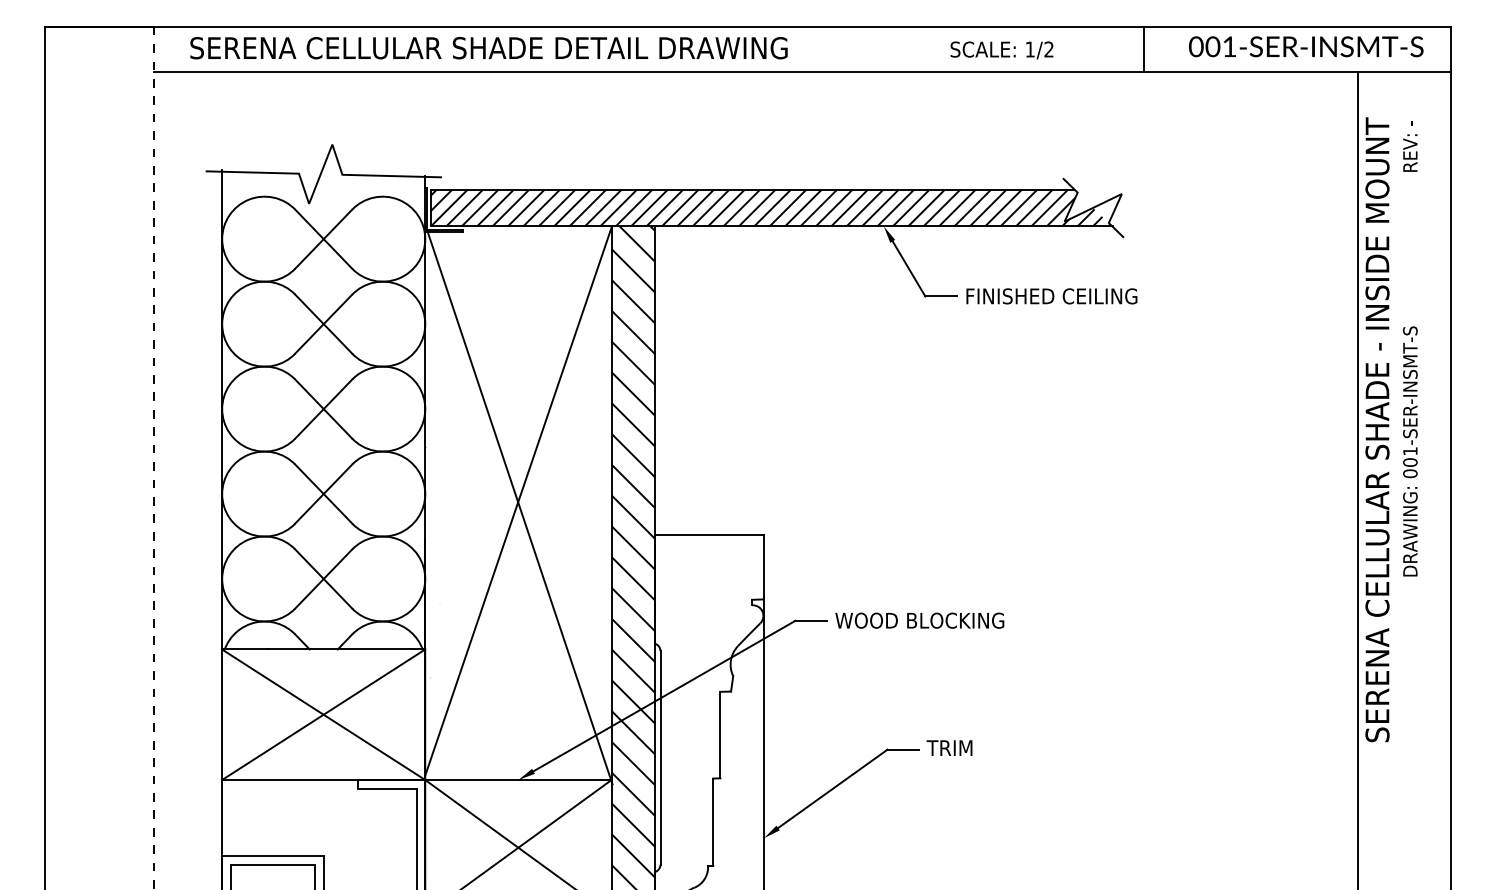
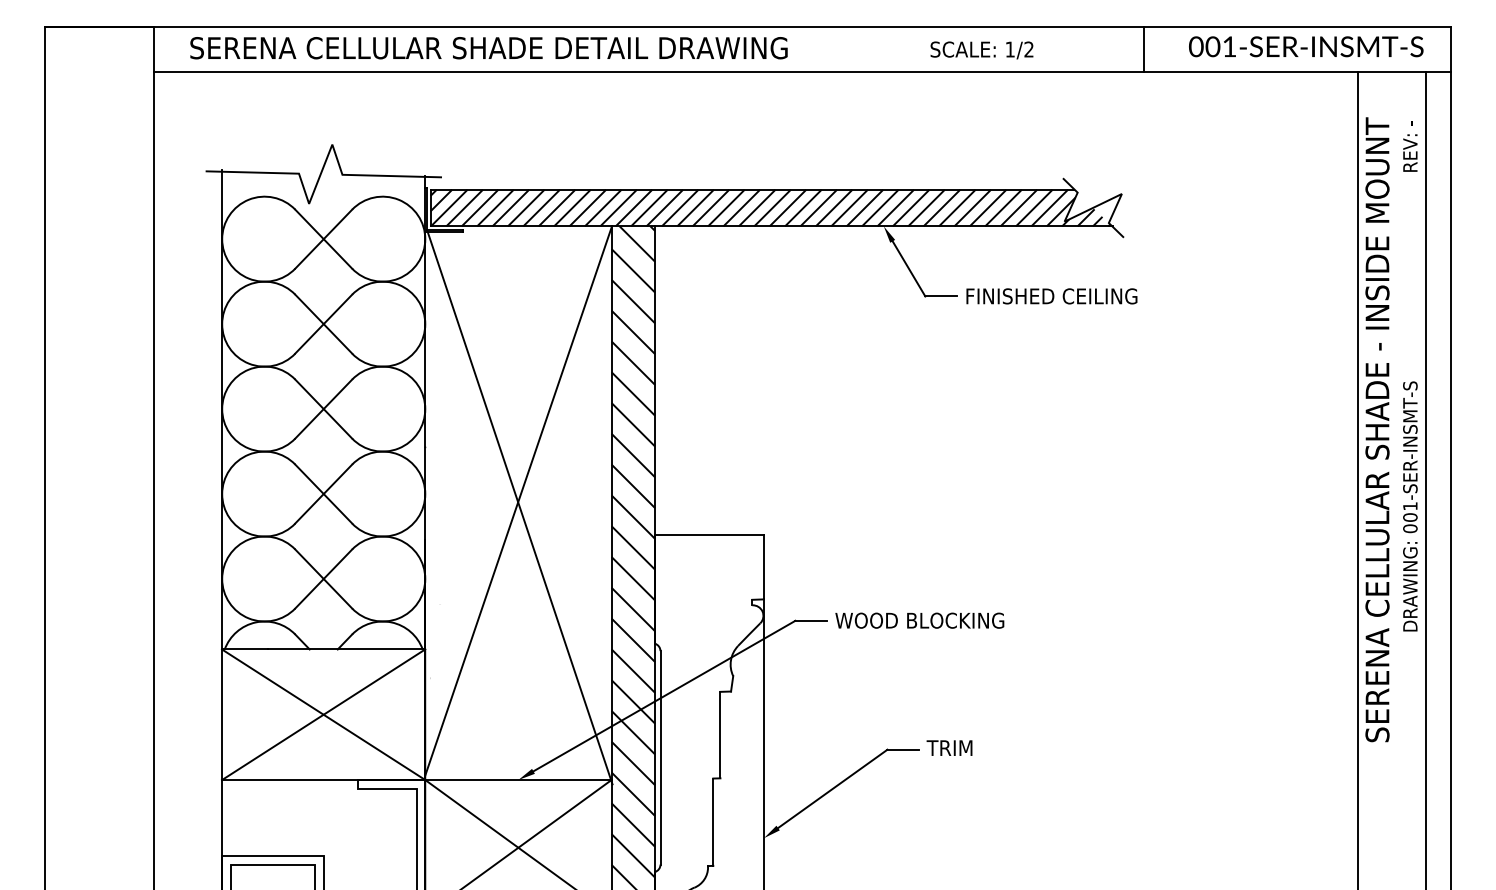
text at (1001, 50) position: (1001, 50) -> (981, 50)
text at (1410, 451) position: (1410, 451) -> (1410, 506)
line at (153, 458): dashed -> solid
line at (1426, 479): none -> present
